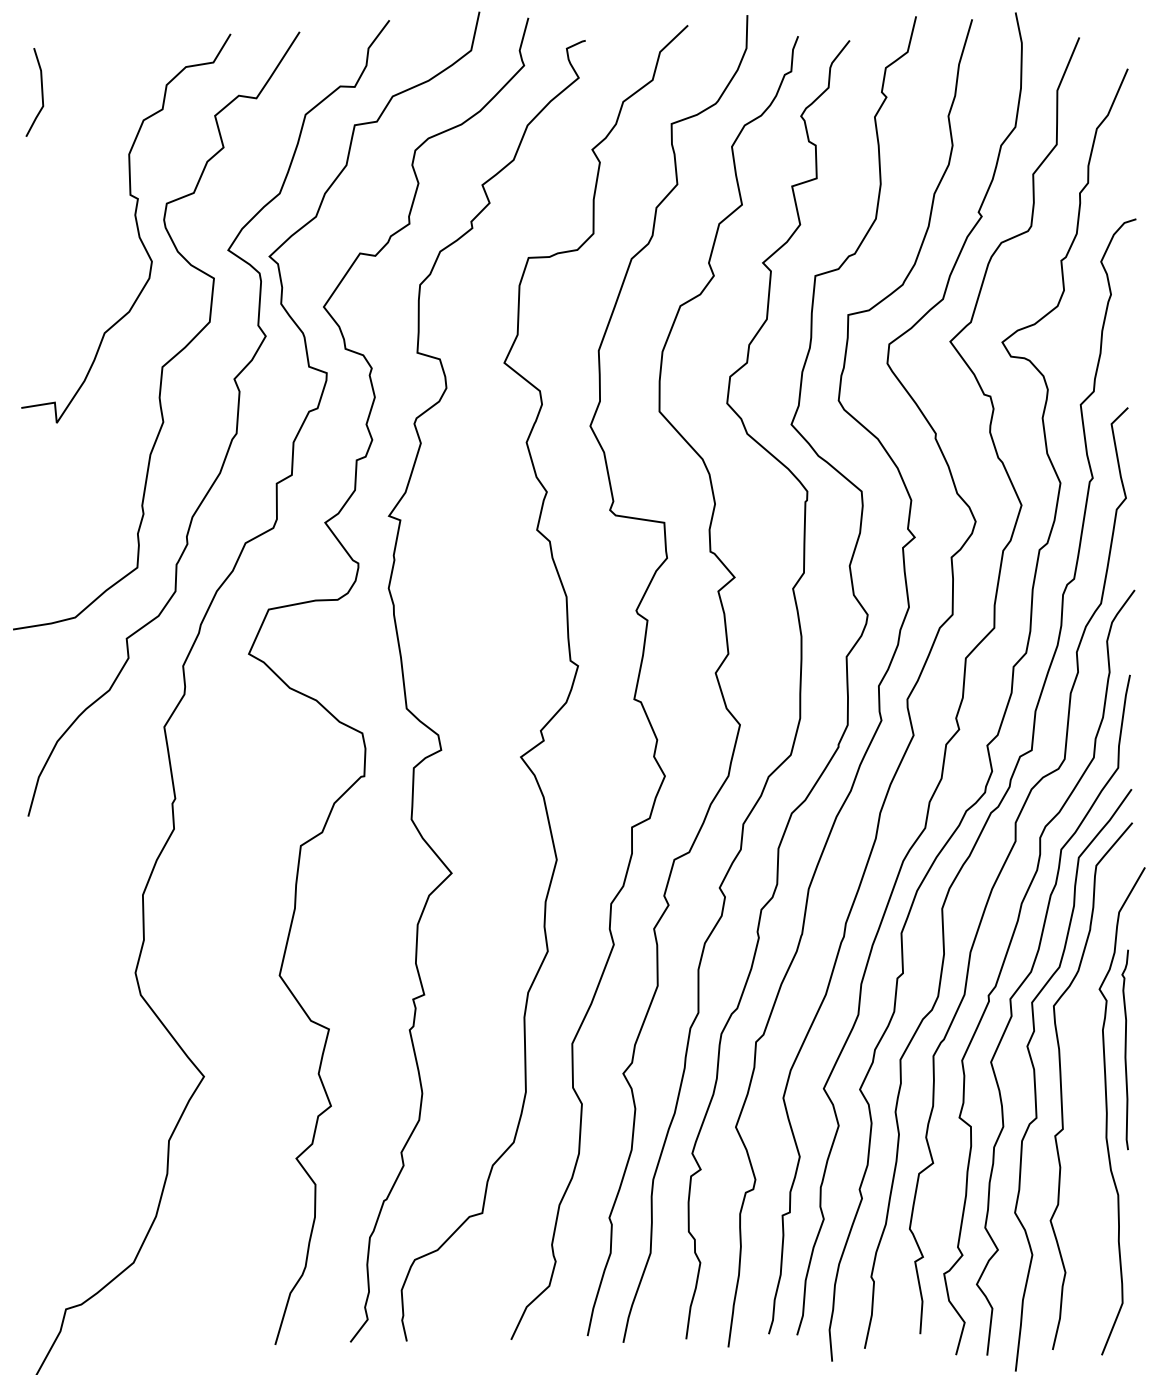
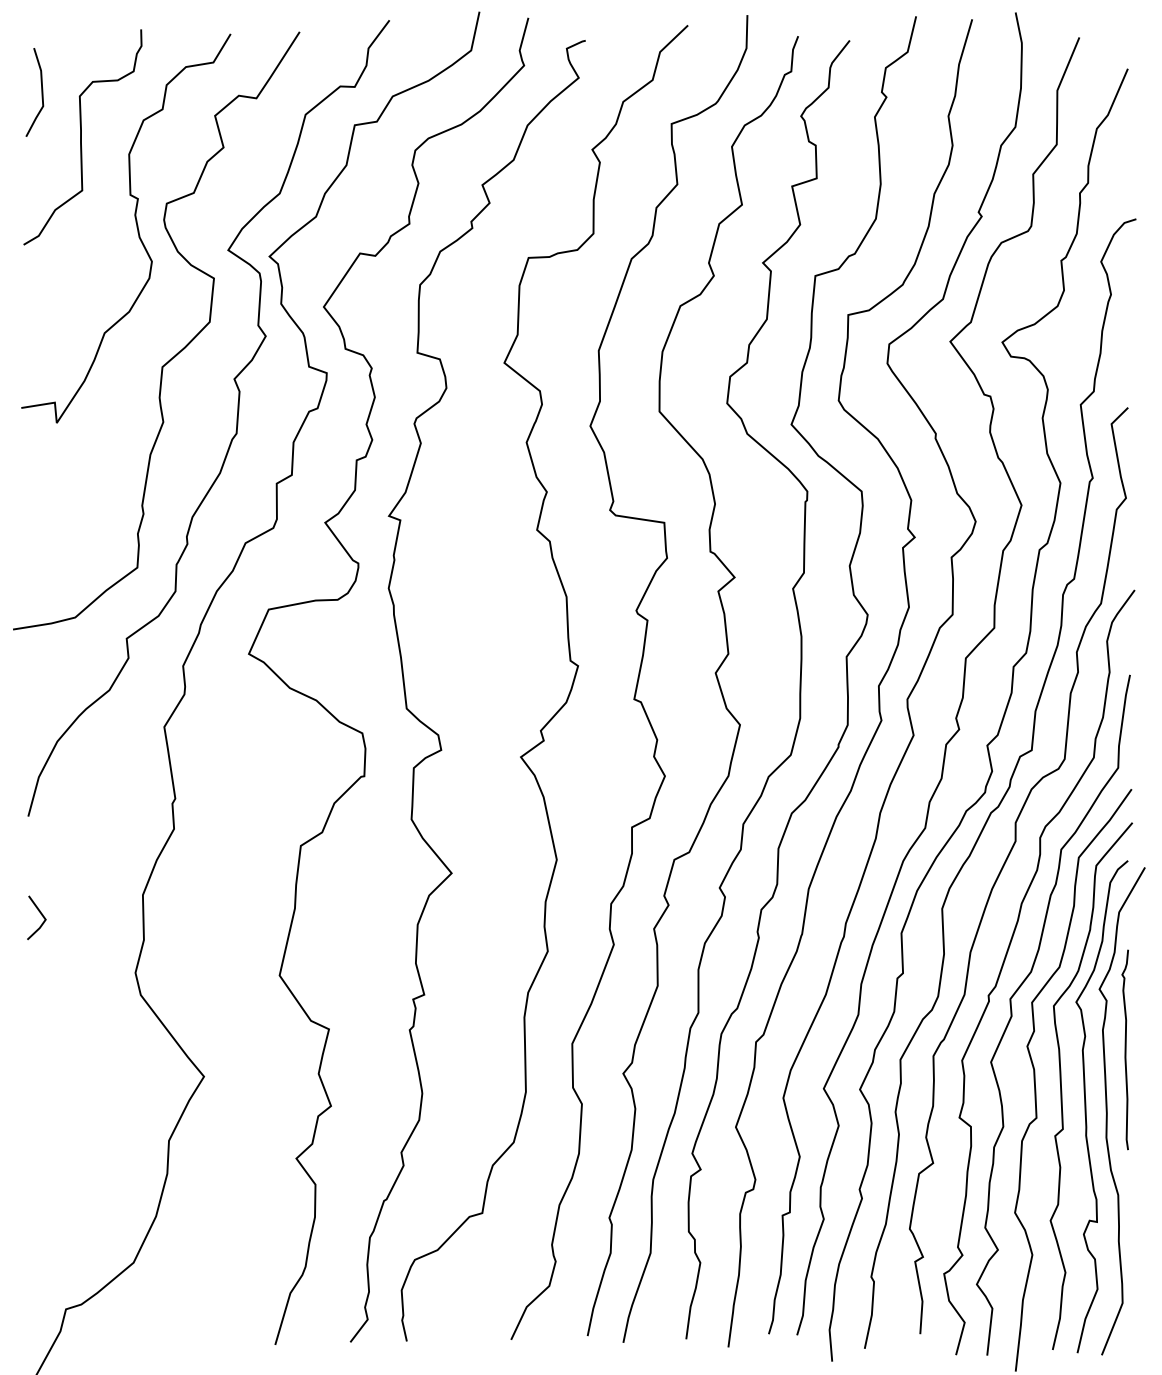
curve at (81, 137): none -> present
line at (40, 914): none -> present
curve at (1086, 1106): none -> present
